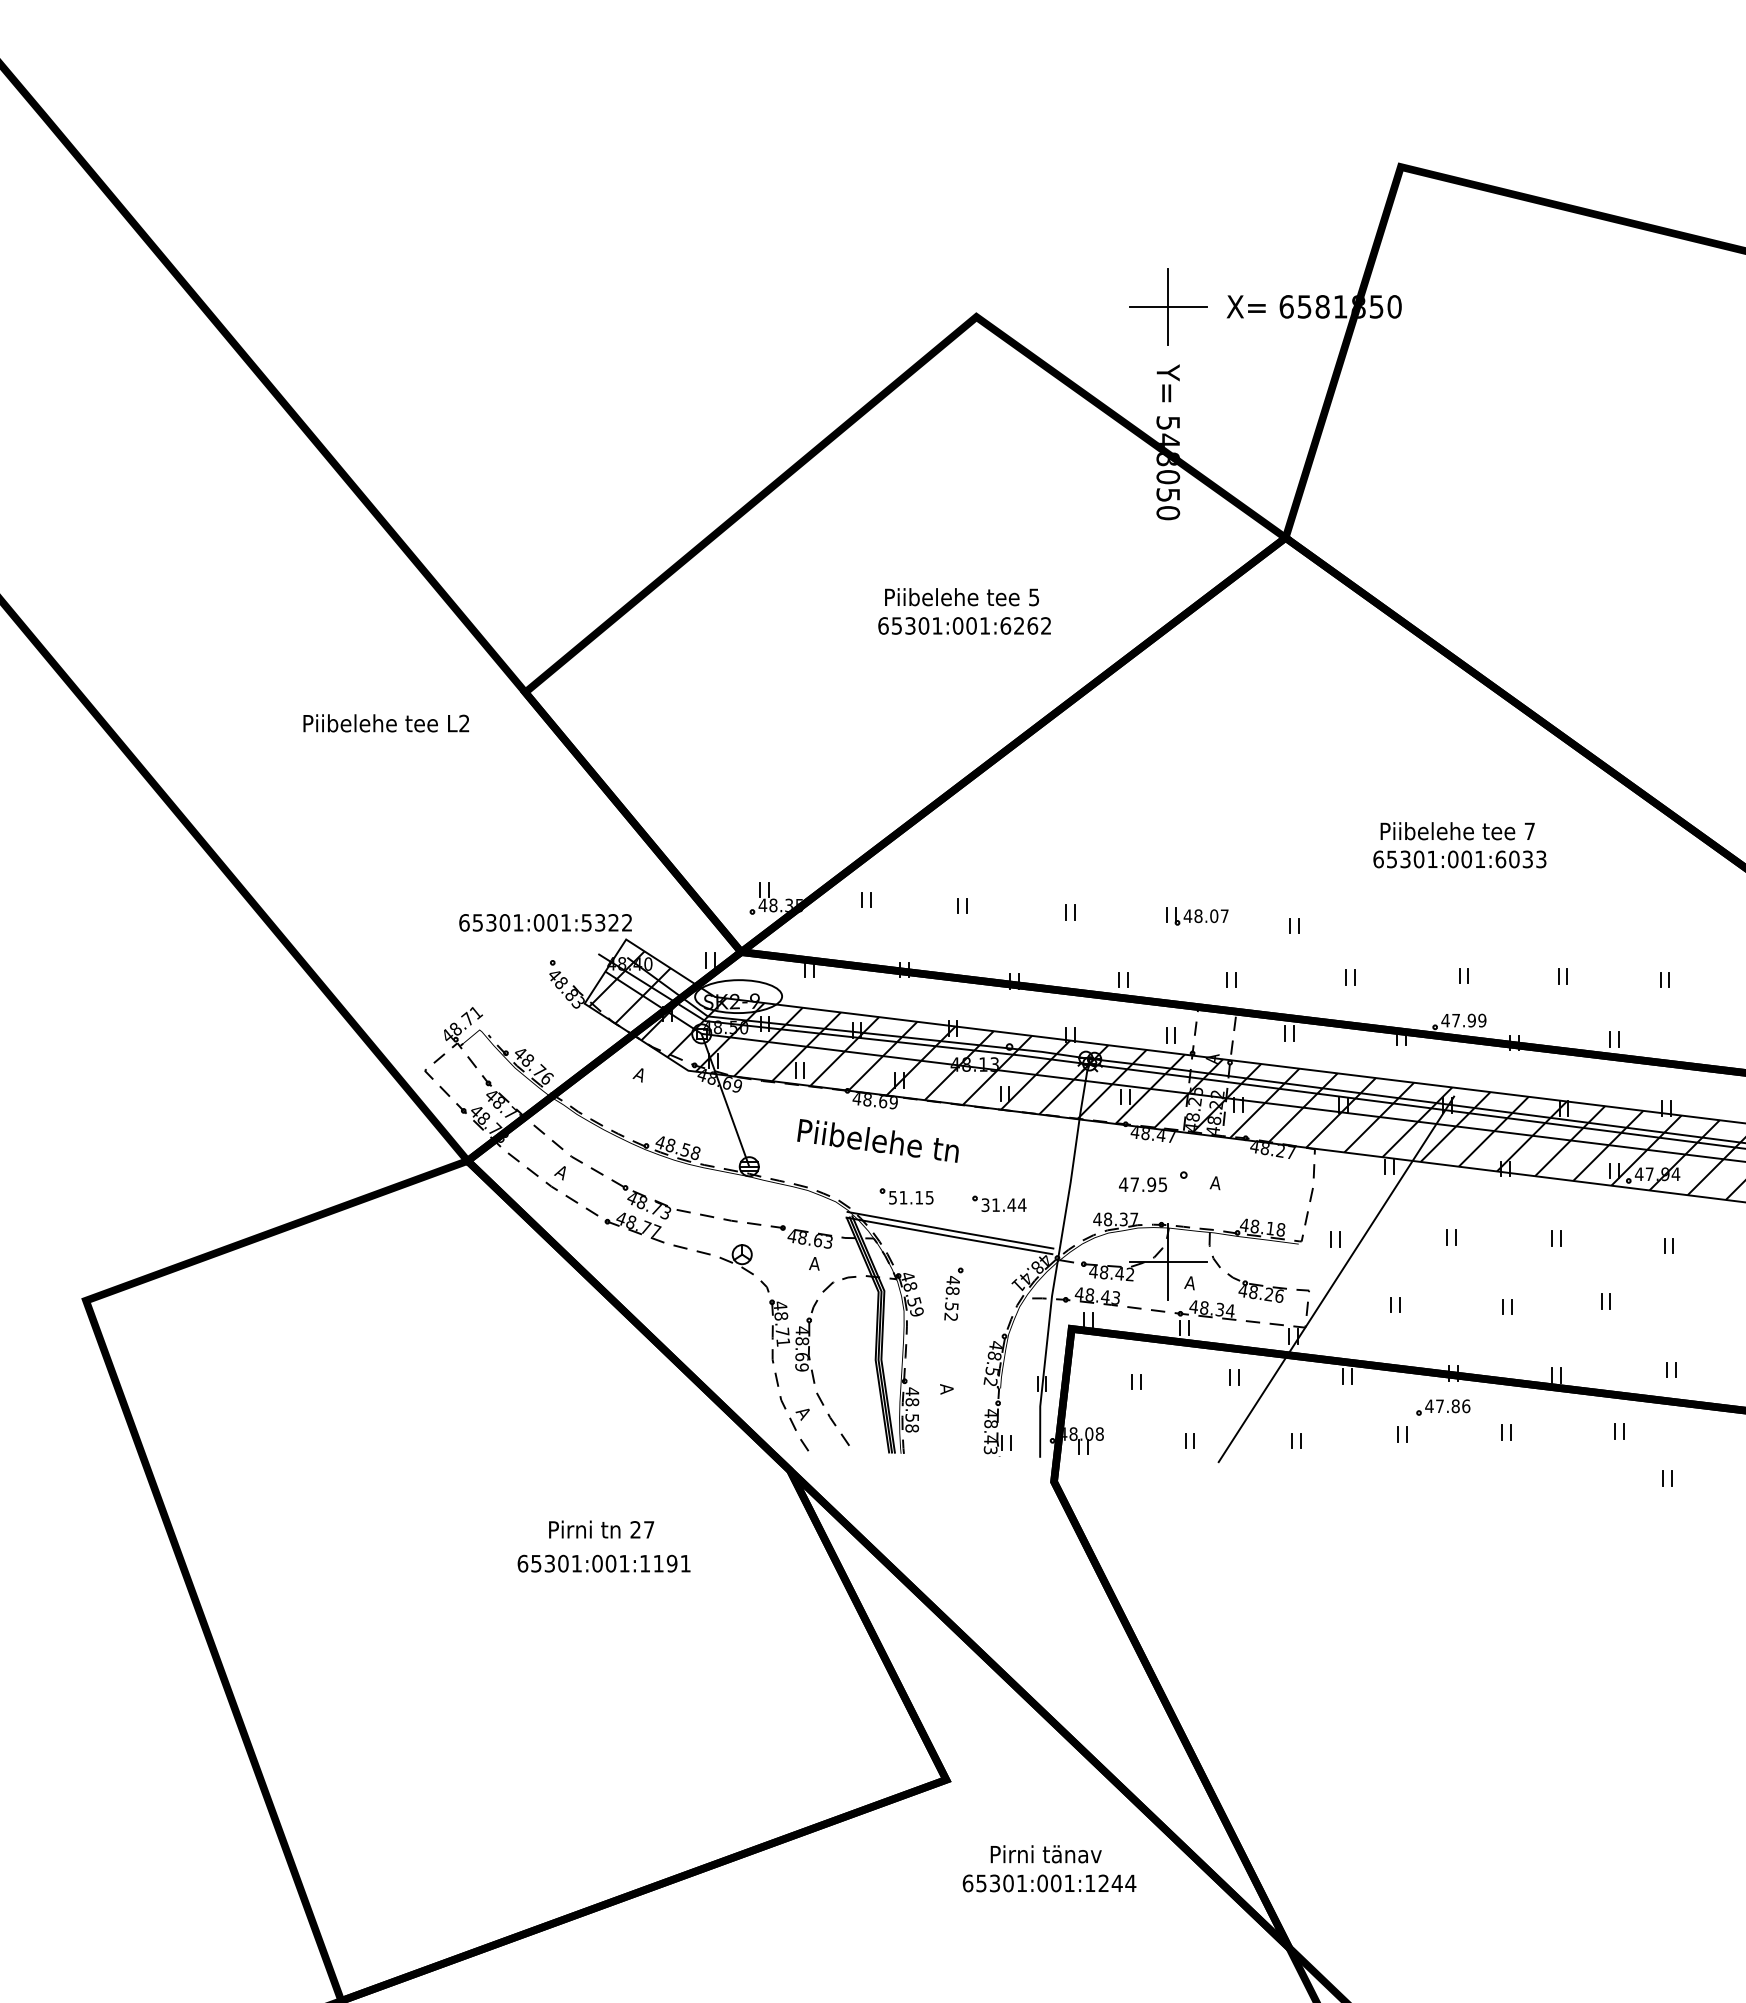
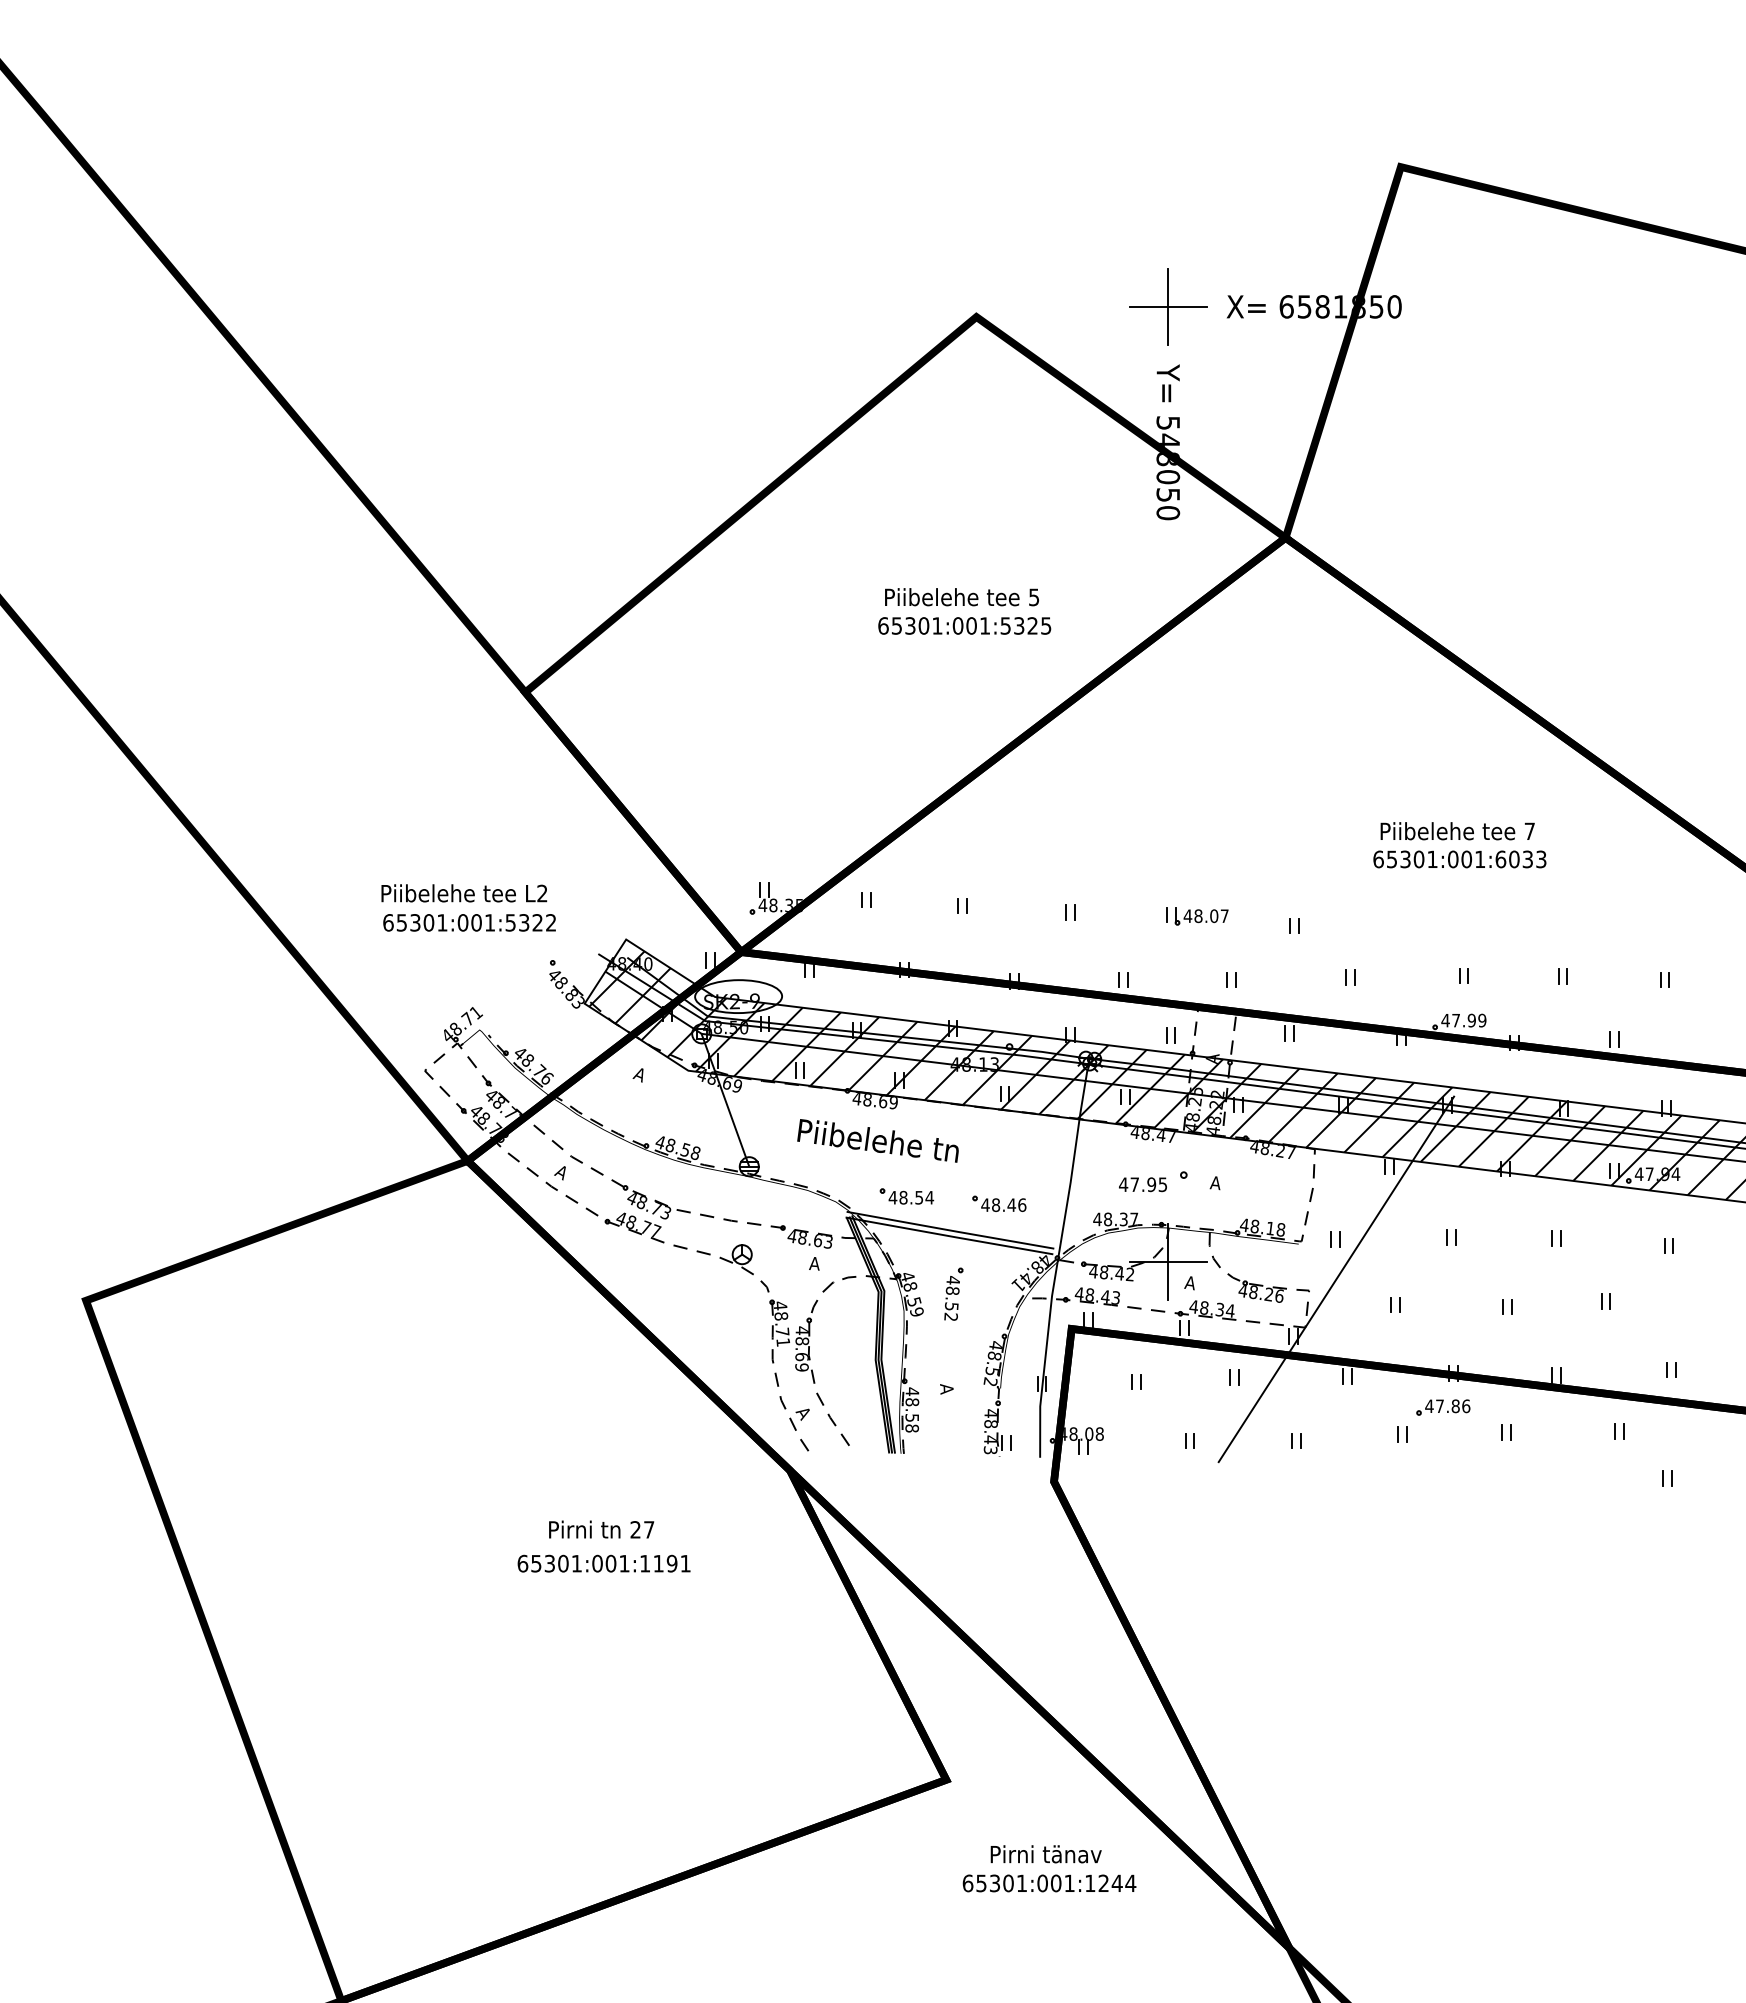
text at (1025, 625): 65301:001:6262 -> 65301:001:5325
text at (386, 723) position: (386, 723) -> (464, 893)
text at (545, 922) position: (545, 922) -> (469, 922)
text at (911, 1197): 51.15 -> 48.54
text at (1003, 1205): 31.44 -> 48.46
